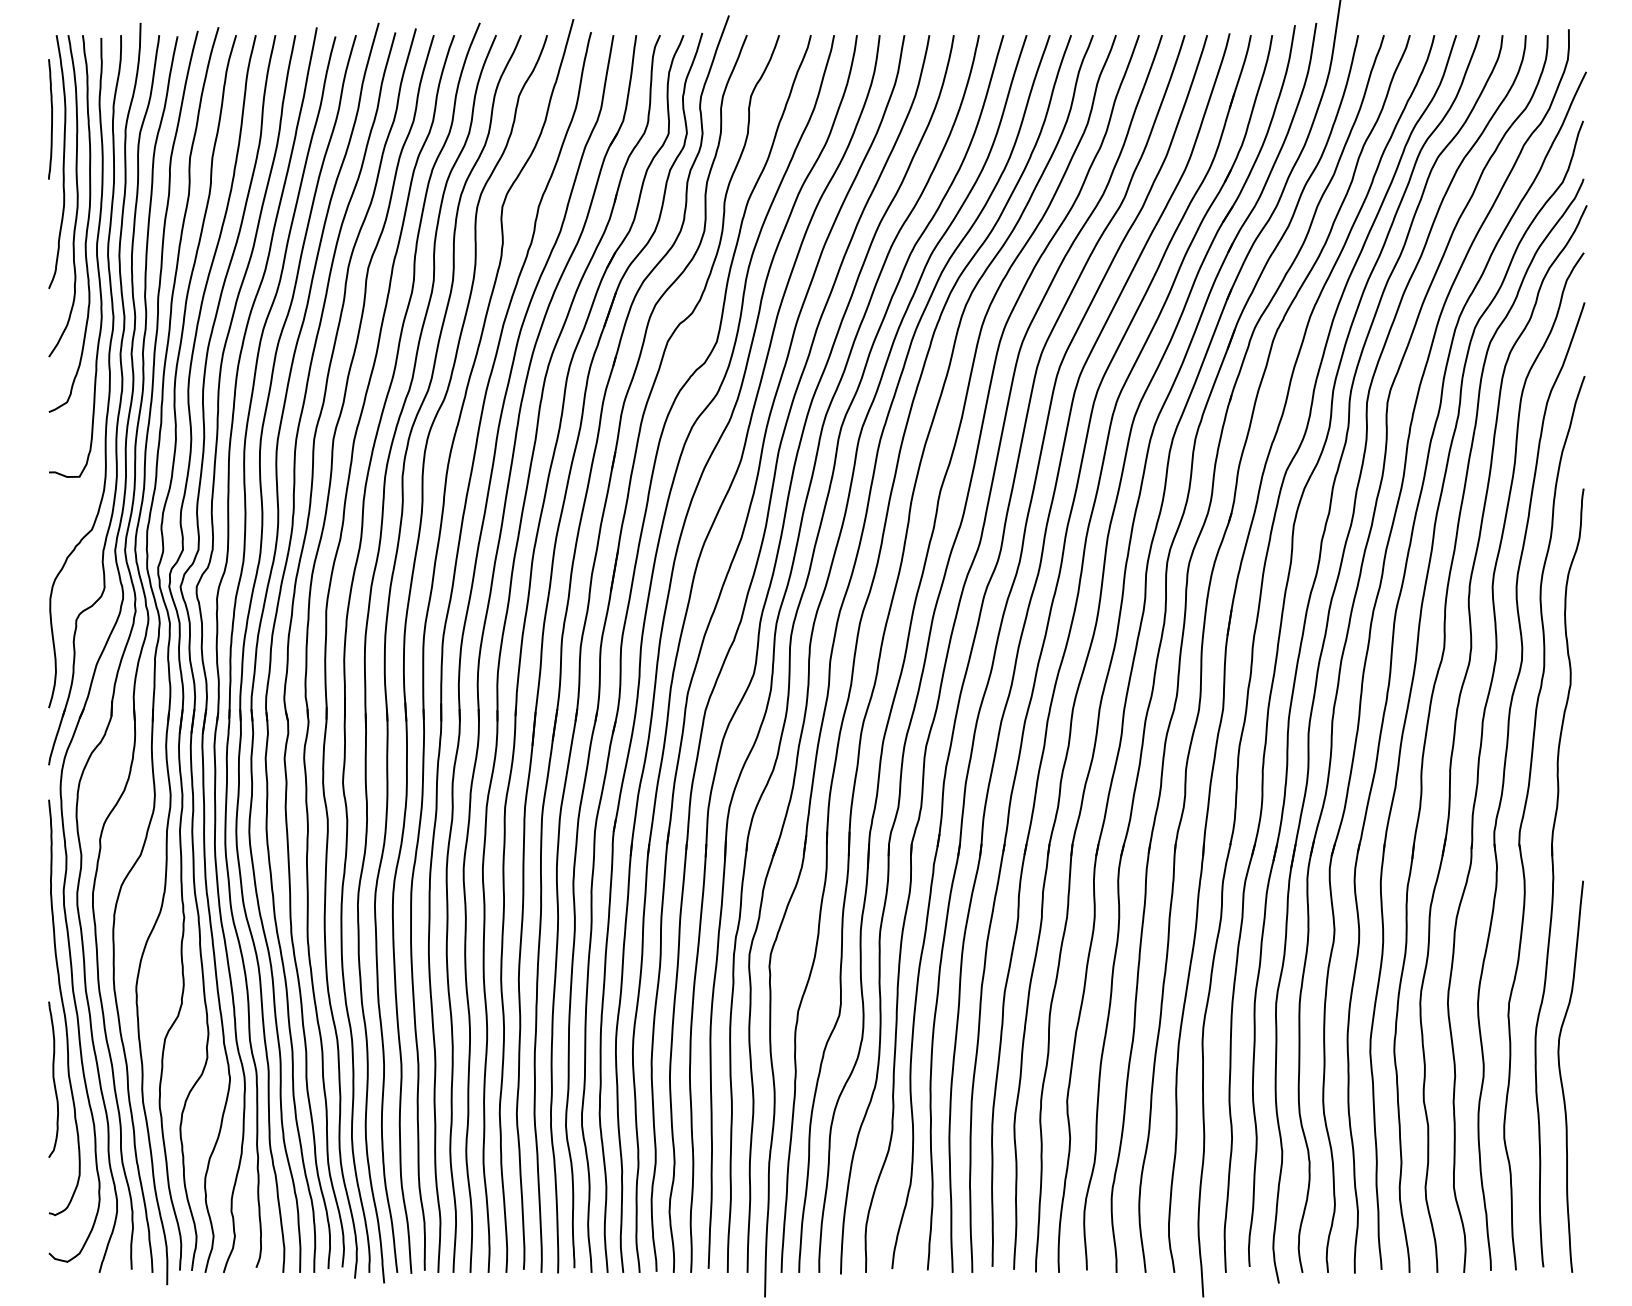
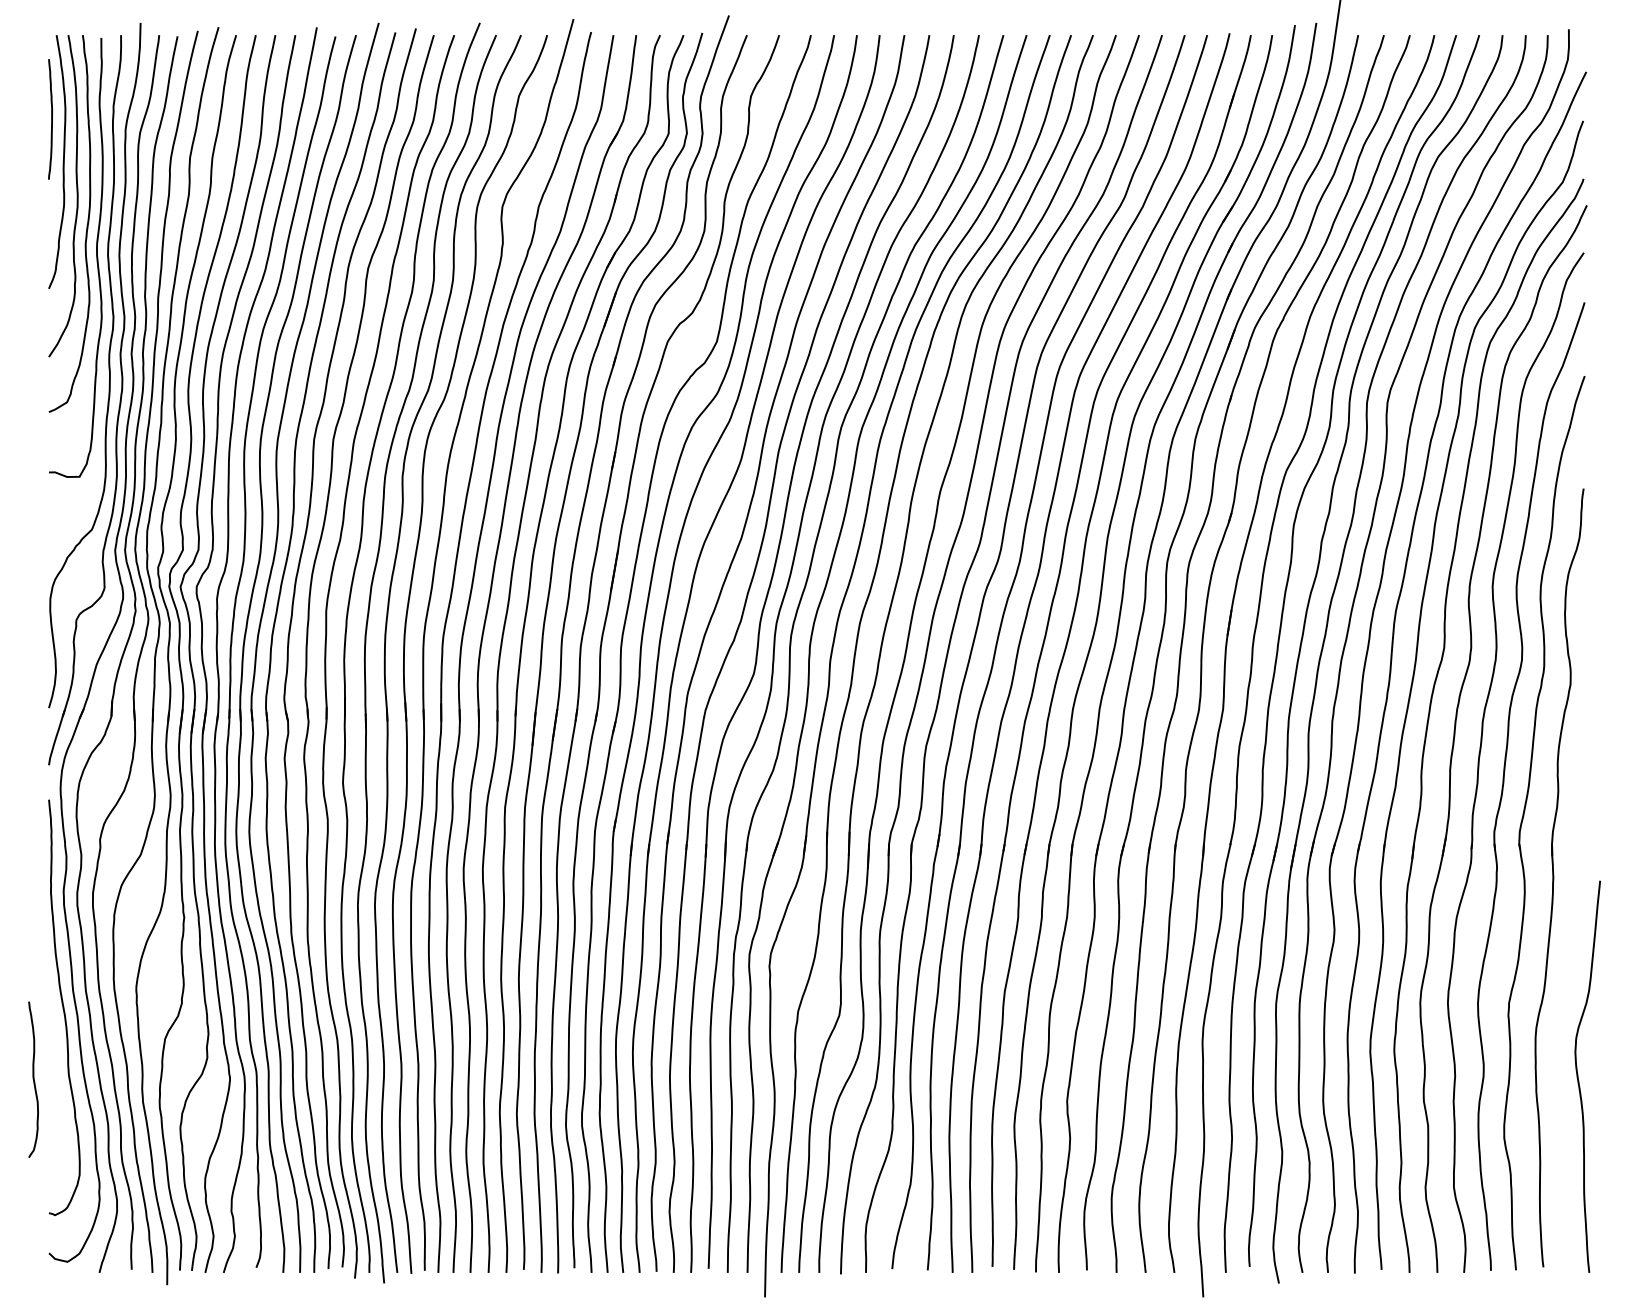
curve at (53, 1079) position: (53, 1079) -> (33, 1079)
curve at (1562, 1080) position: (1562, 1080) -> (1579, 1080)
